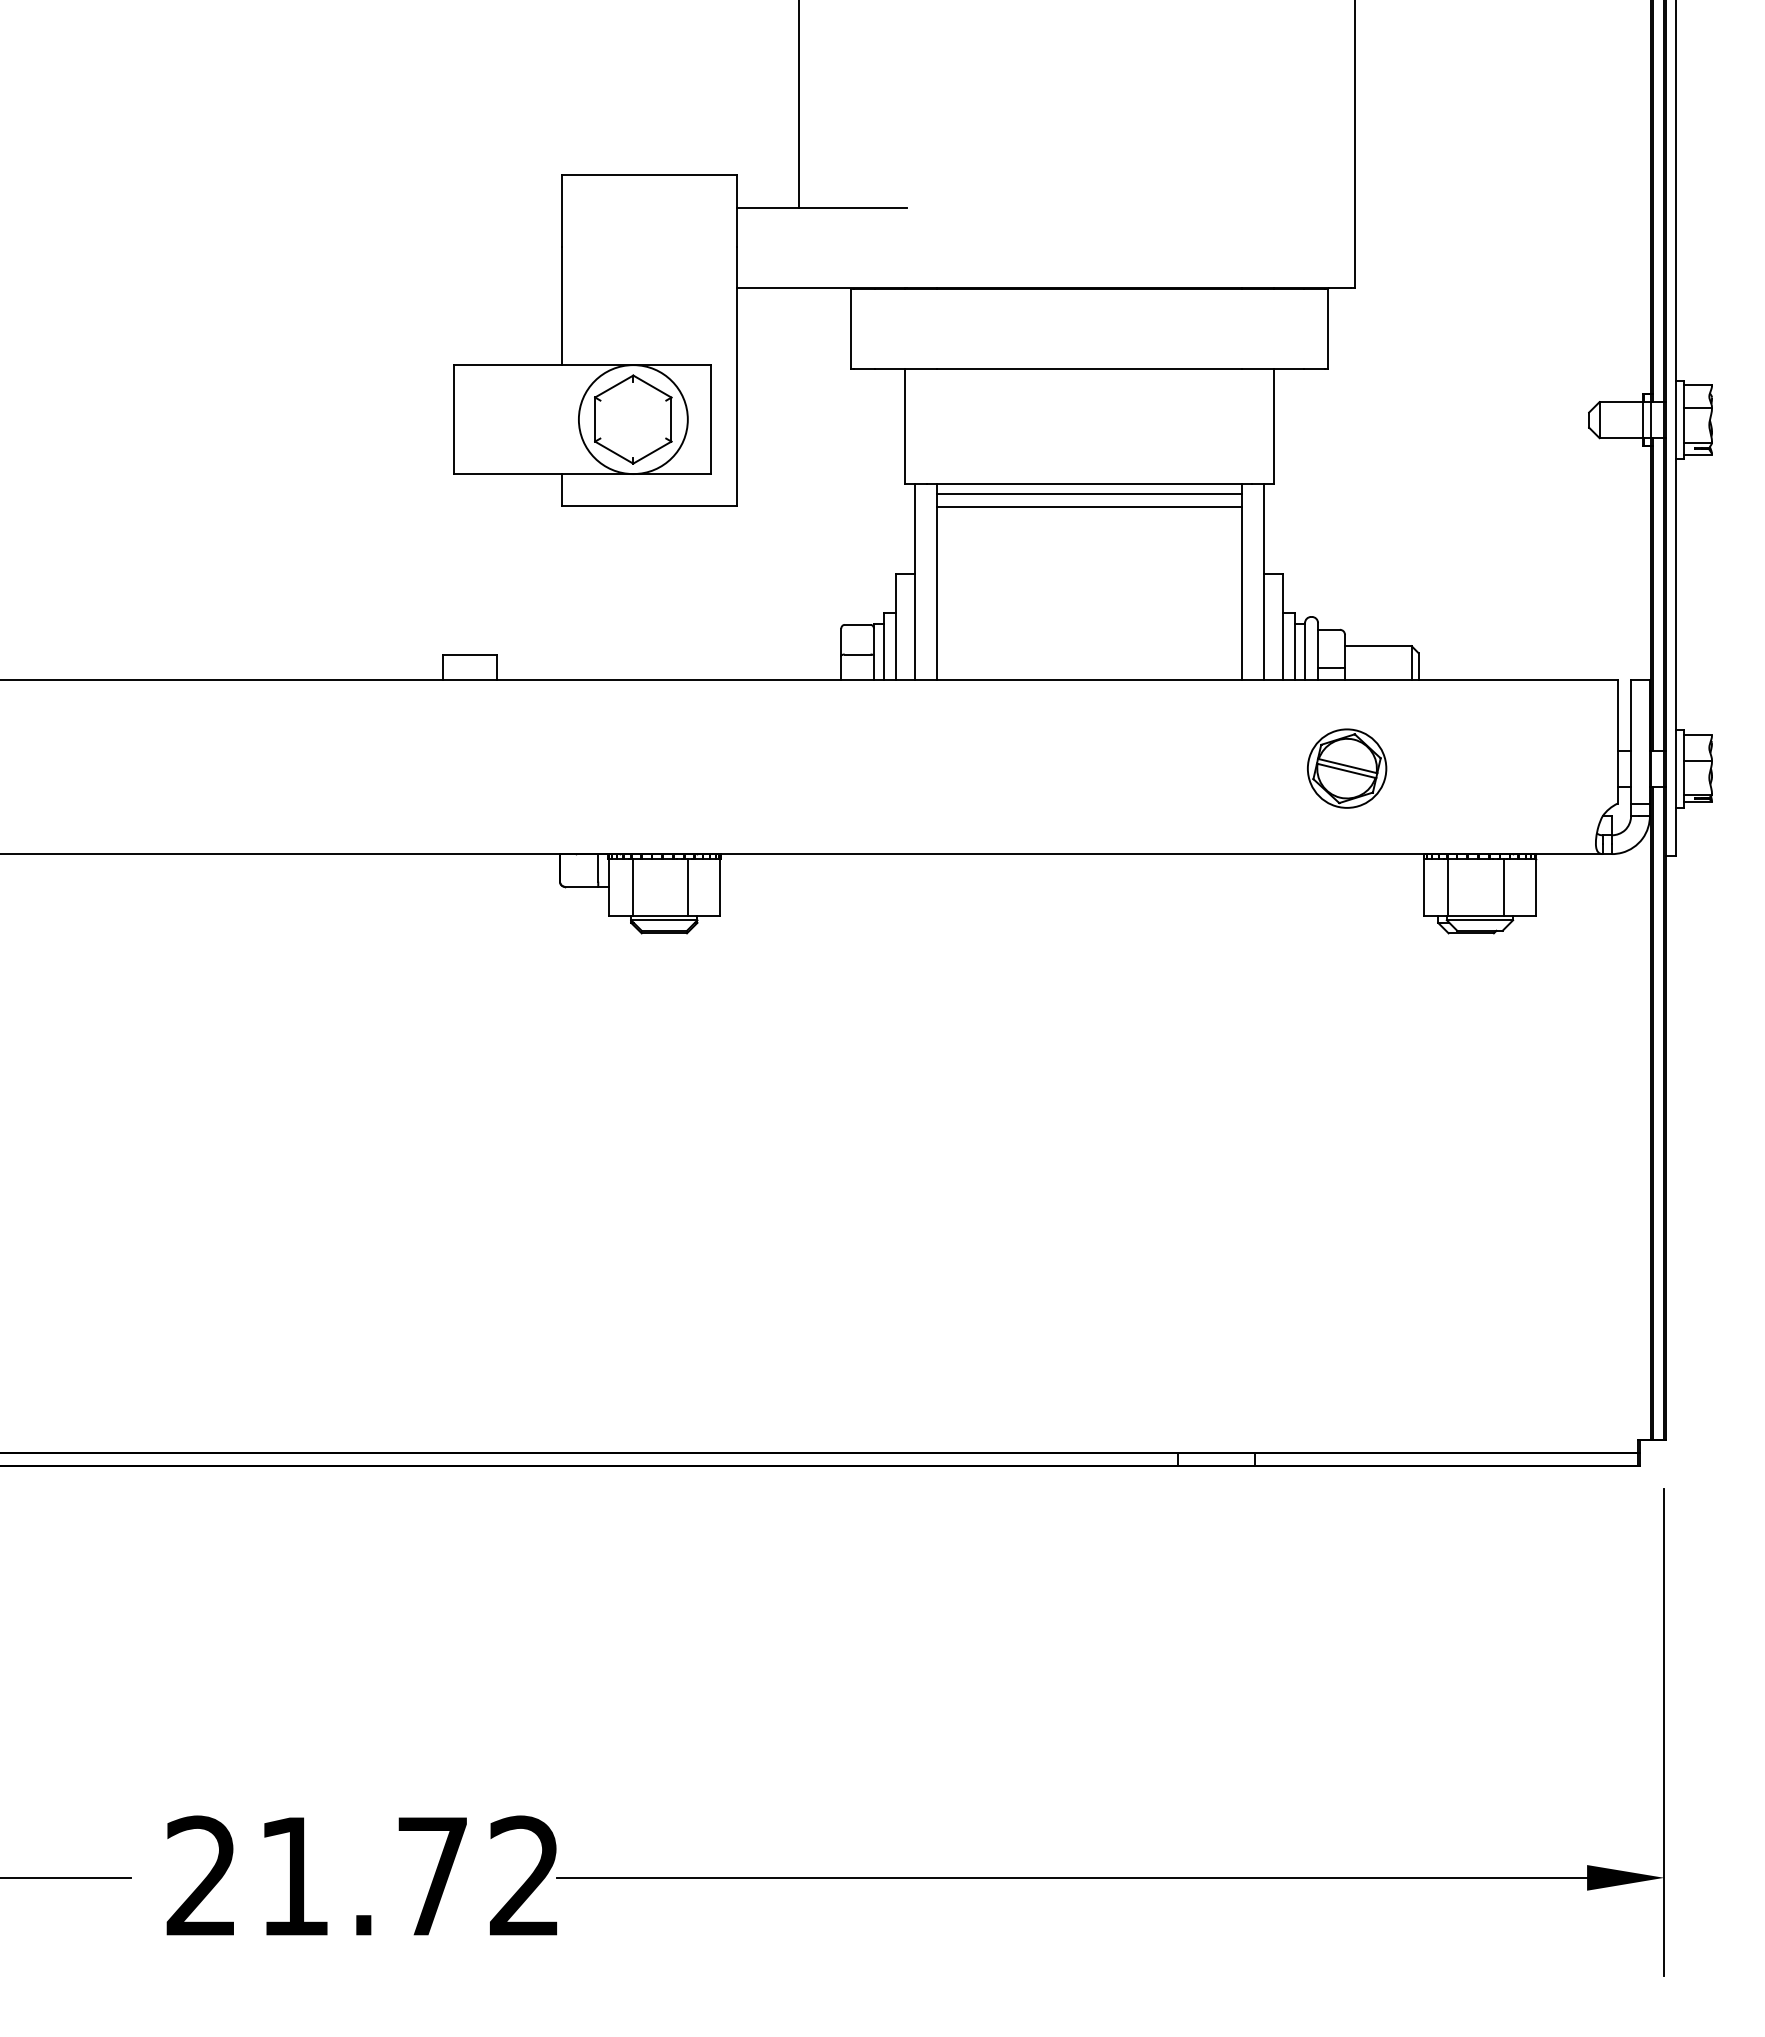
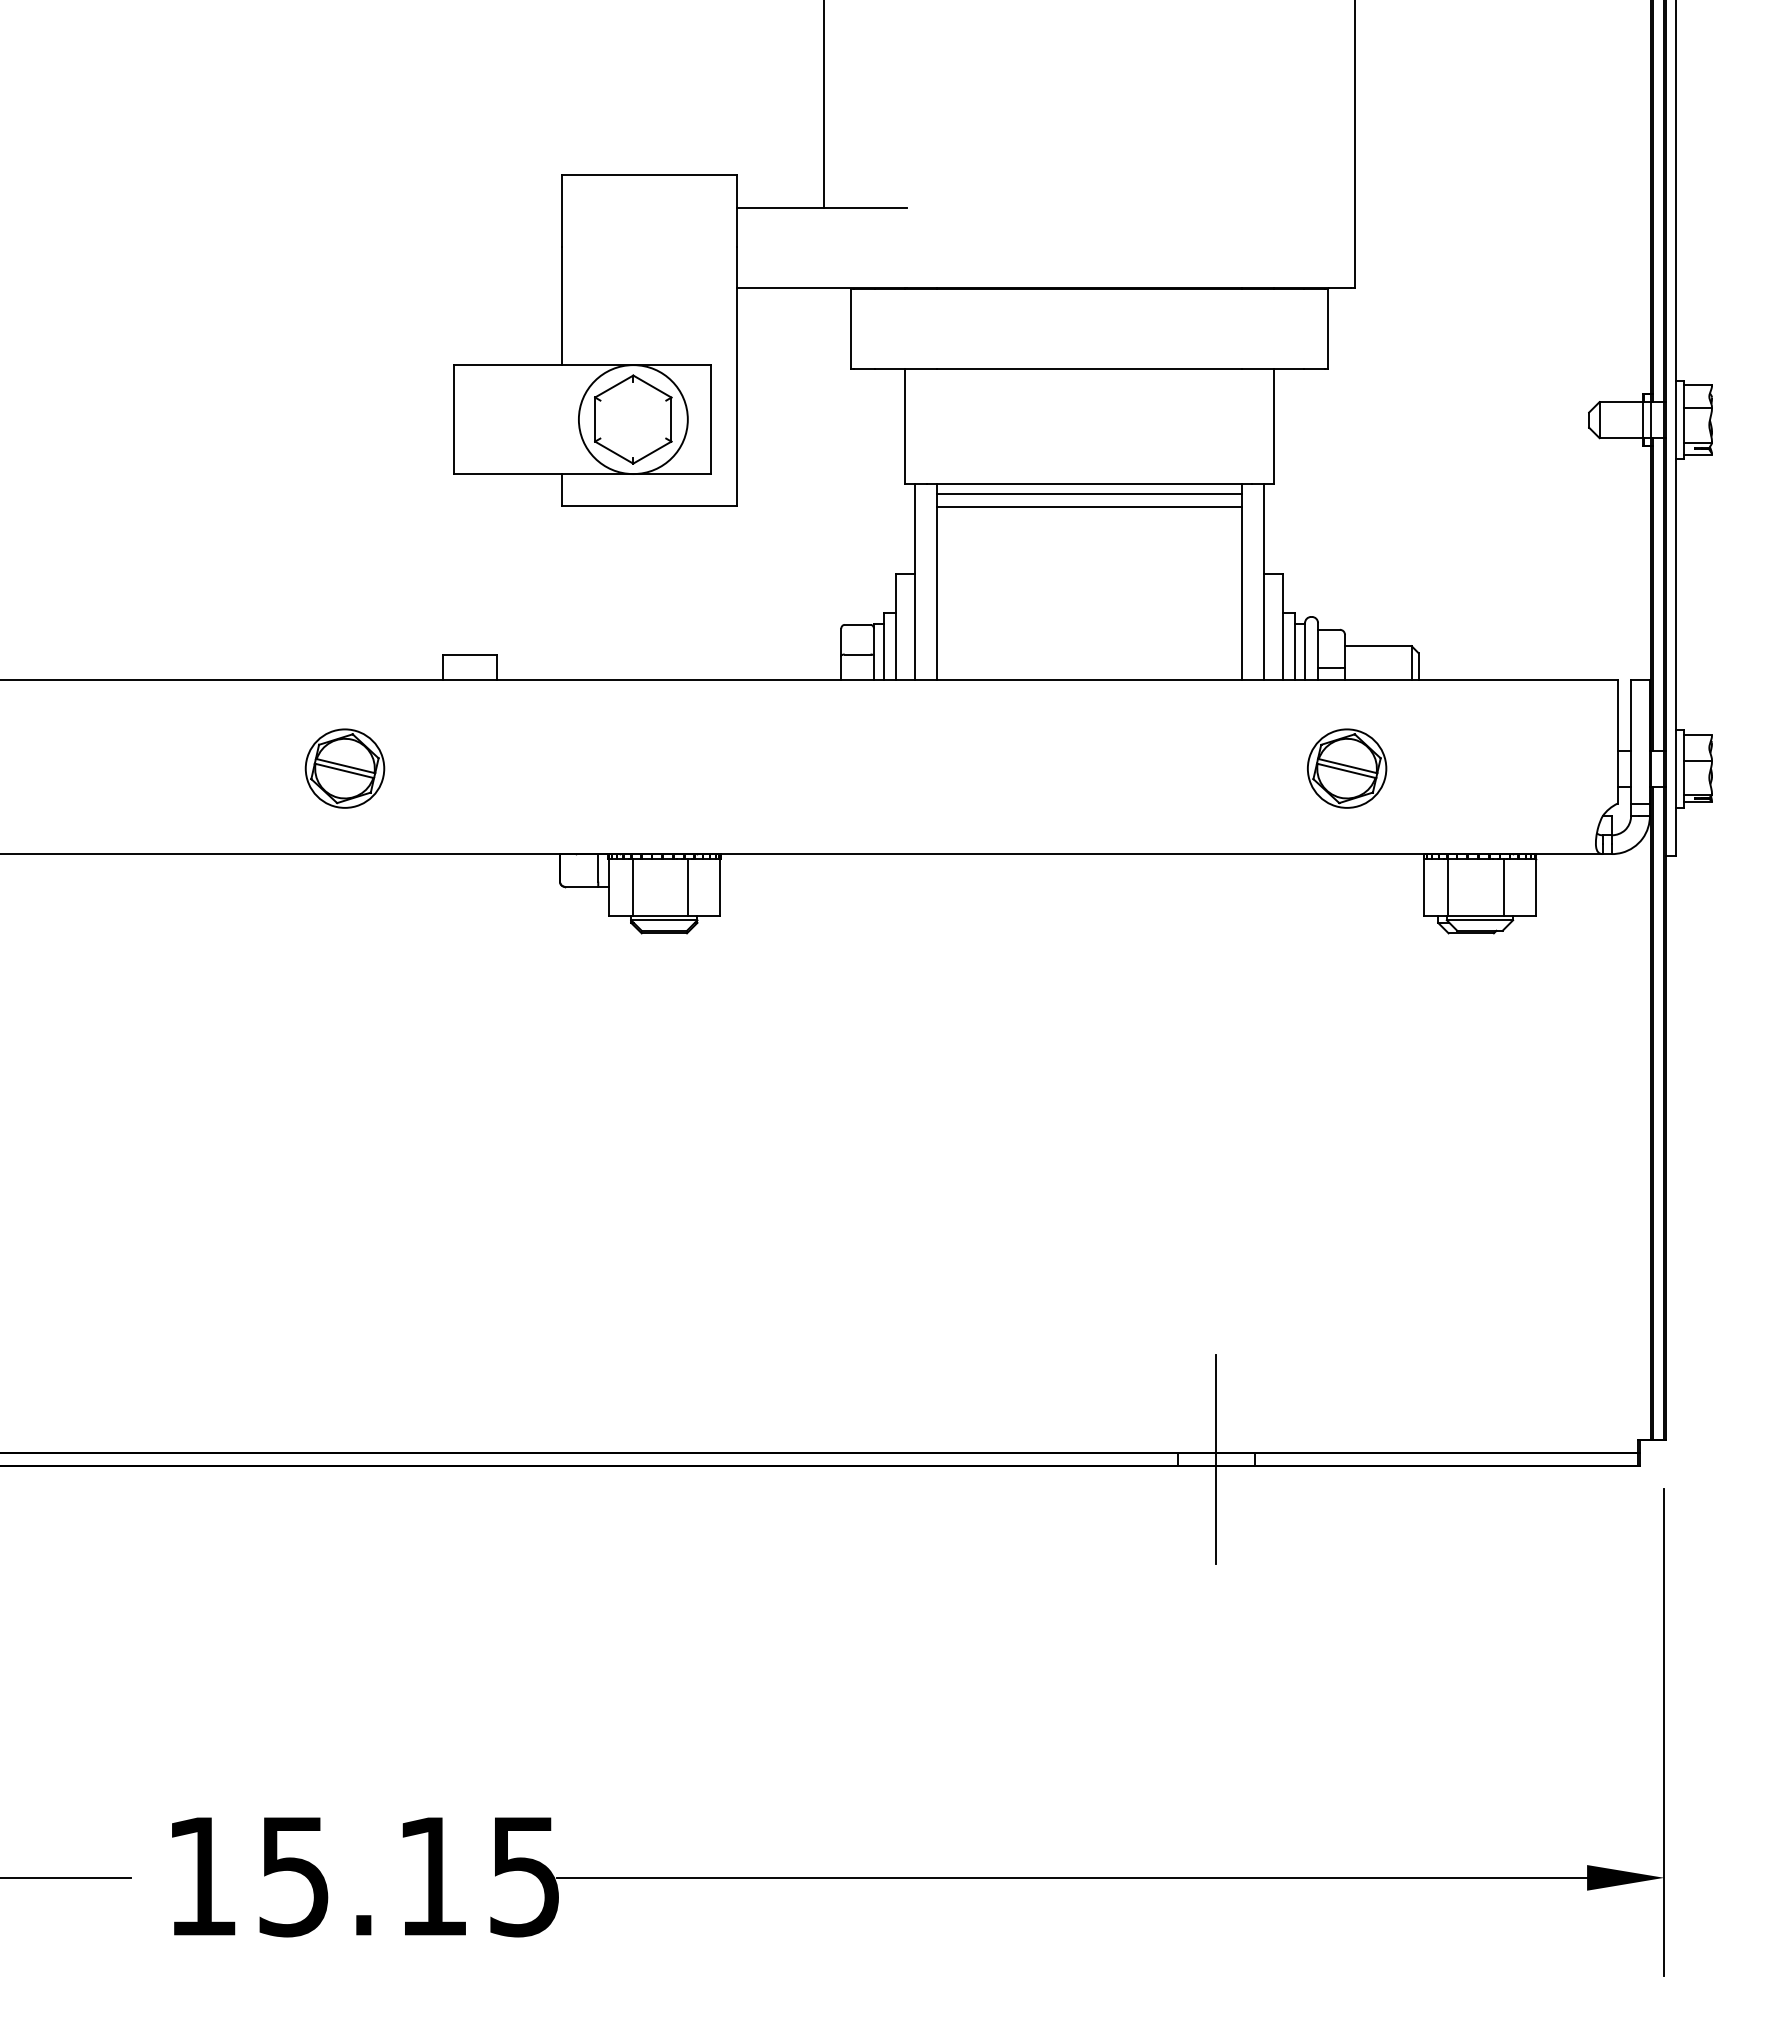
line at (798, 105) position: (798, 105) -> (823, 105)
part at (344, 768): none -> present
line at (1216, 1458): none -> present
text at (362, 1876): 21.72 -> 15.15
